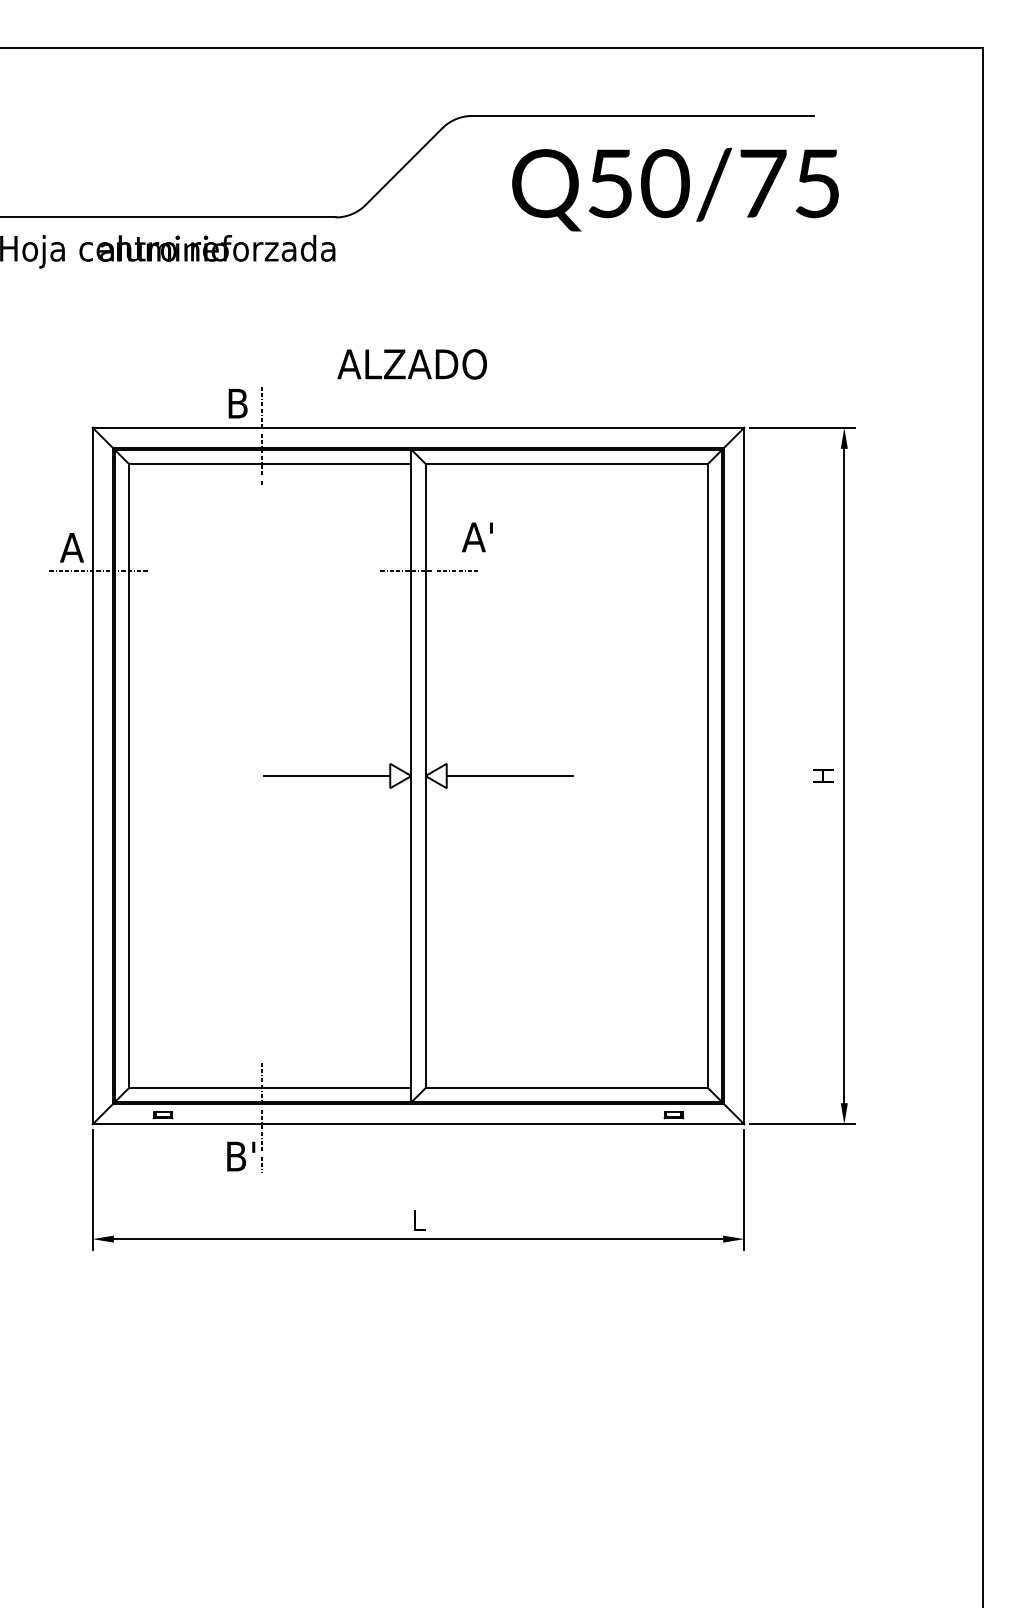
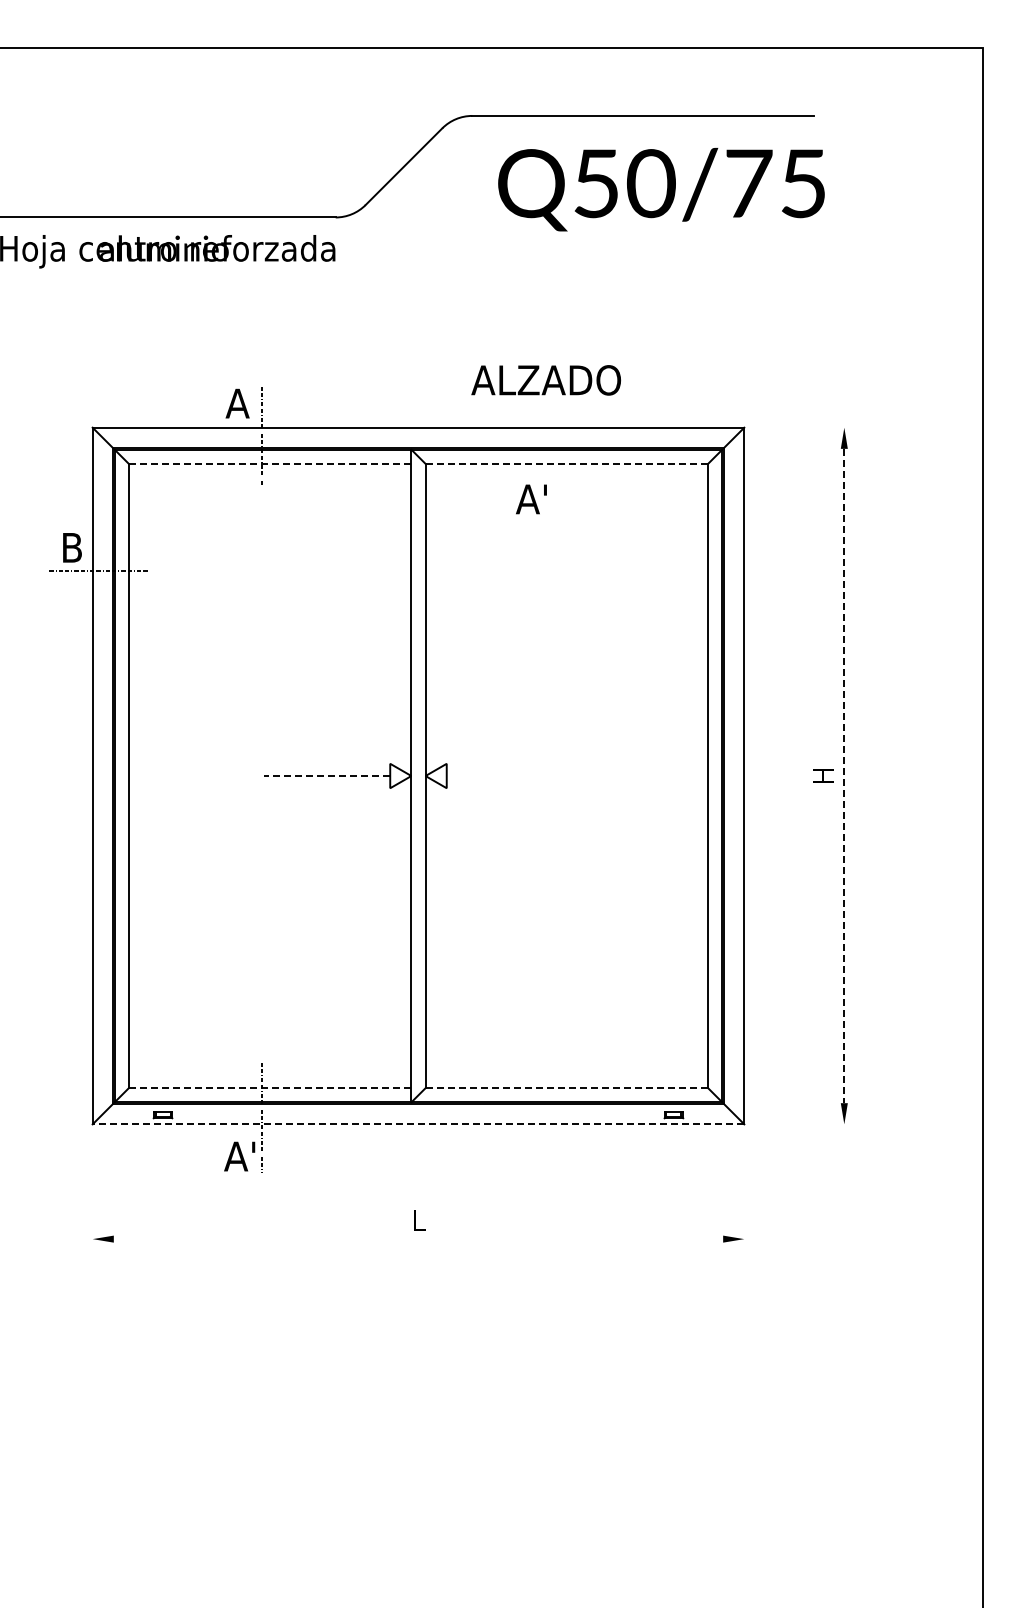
text at (675, 189) position: (675, 189) -> (661, 189)
text at (411, 364) position: (411, 364) -> (545, 380)
text at (237, 403): B -> A
line at (801, 427): present -> none
line at (270, 463): solid -> dashed
line at (567, 463): solid -> dashed
text at (477, 537) position: (477, 537) -> (531, 499)
text at (71, 547): A -> B
line at (428, 571): present -> none
line at (327, 776): solid -> dashed
line at (509, 776): present -> none
line at (844, 776): solid -> dashed
line at (269, 1088): solid -> dashed
line at (566, 1088): solid -> dashed
line at (418, 1124): solid -> dashed
line at (801, 1124): present -> none
text at (236, 1156): B' -> A'
line at (92, 1189): present -> none
line at (744, 1189): present -> none
line at (418, 1239): present -> none
